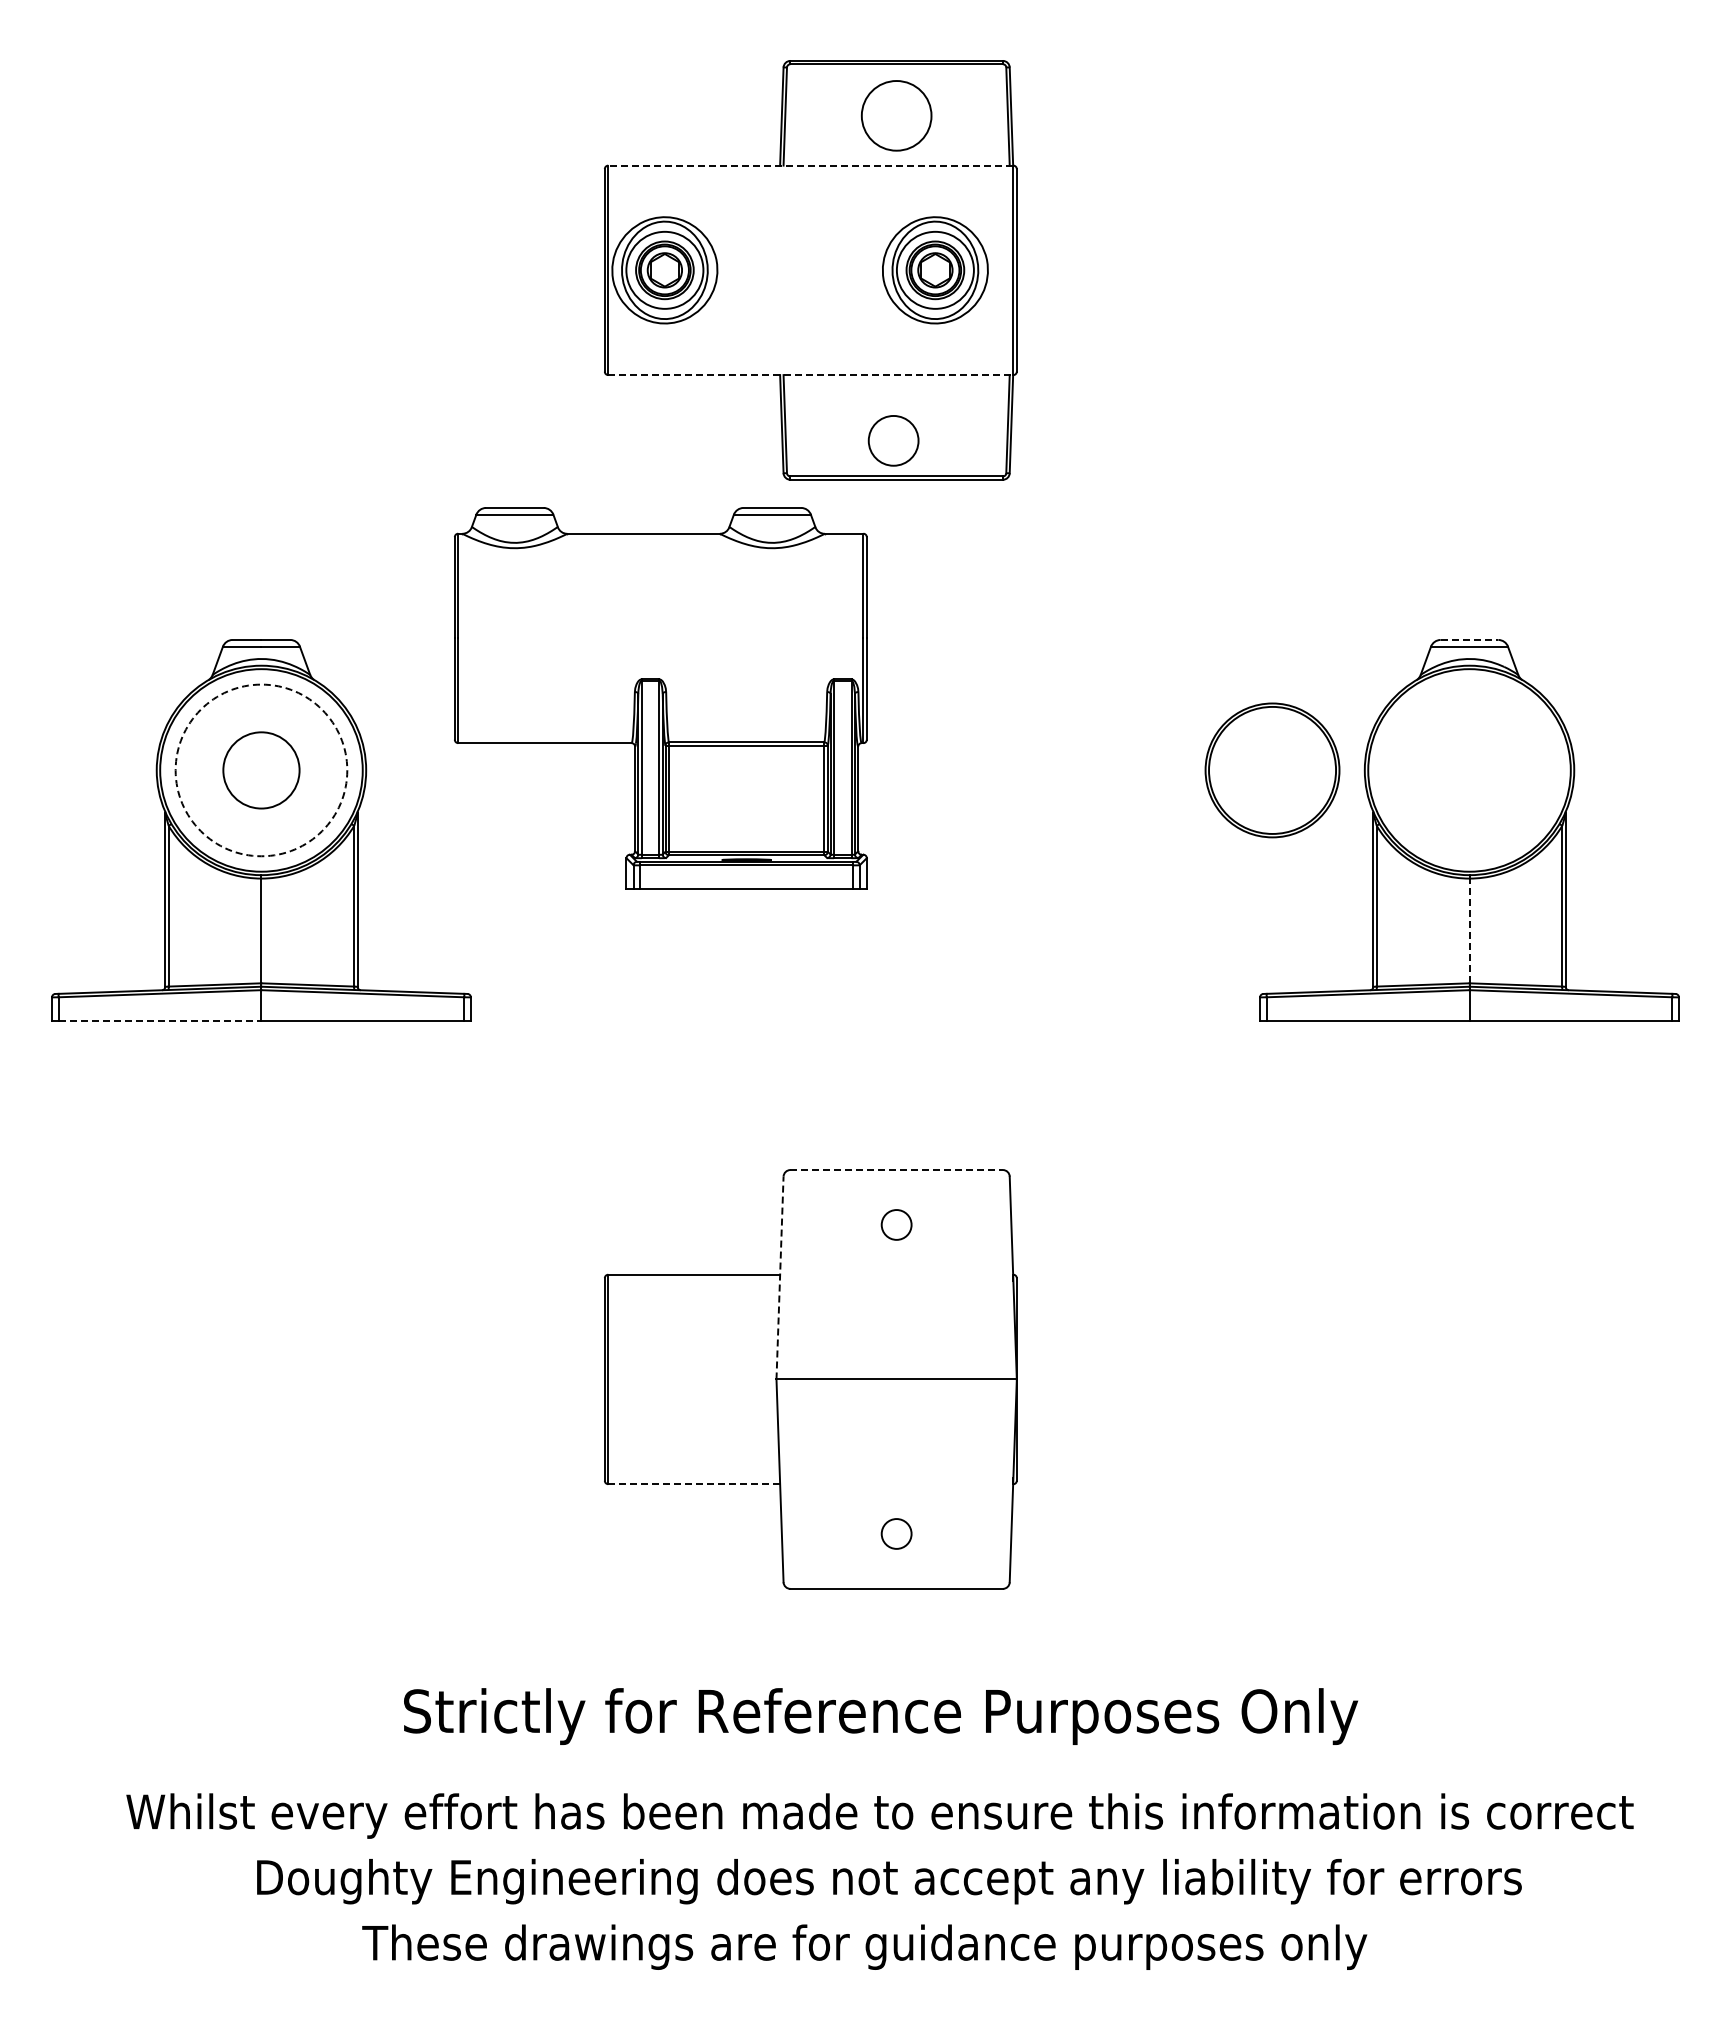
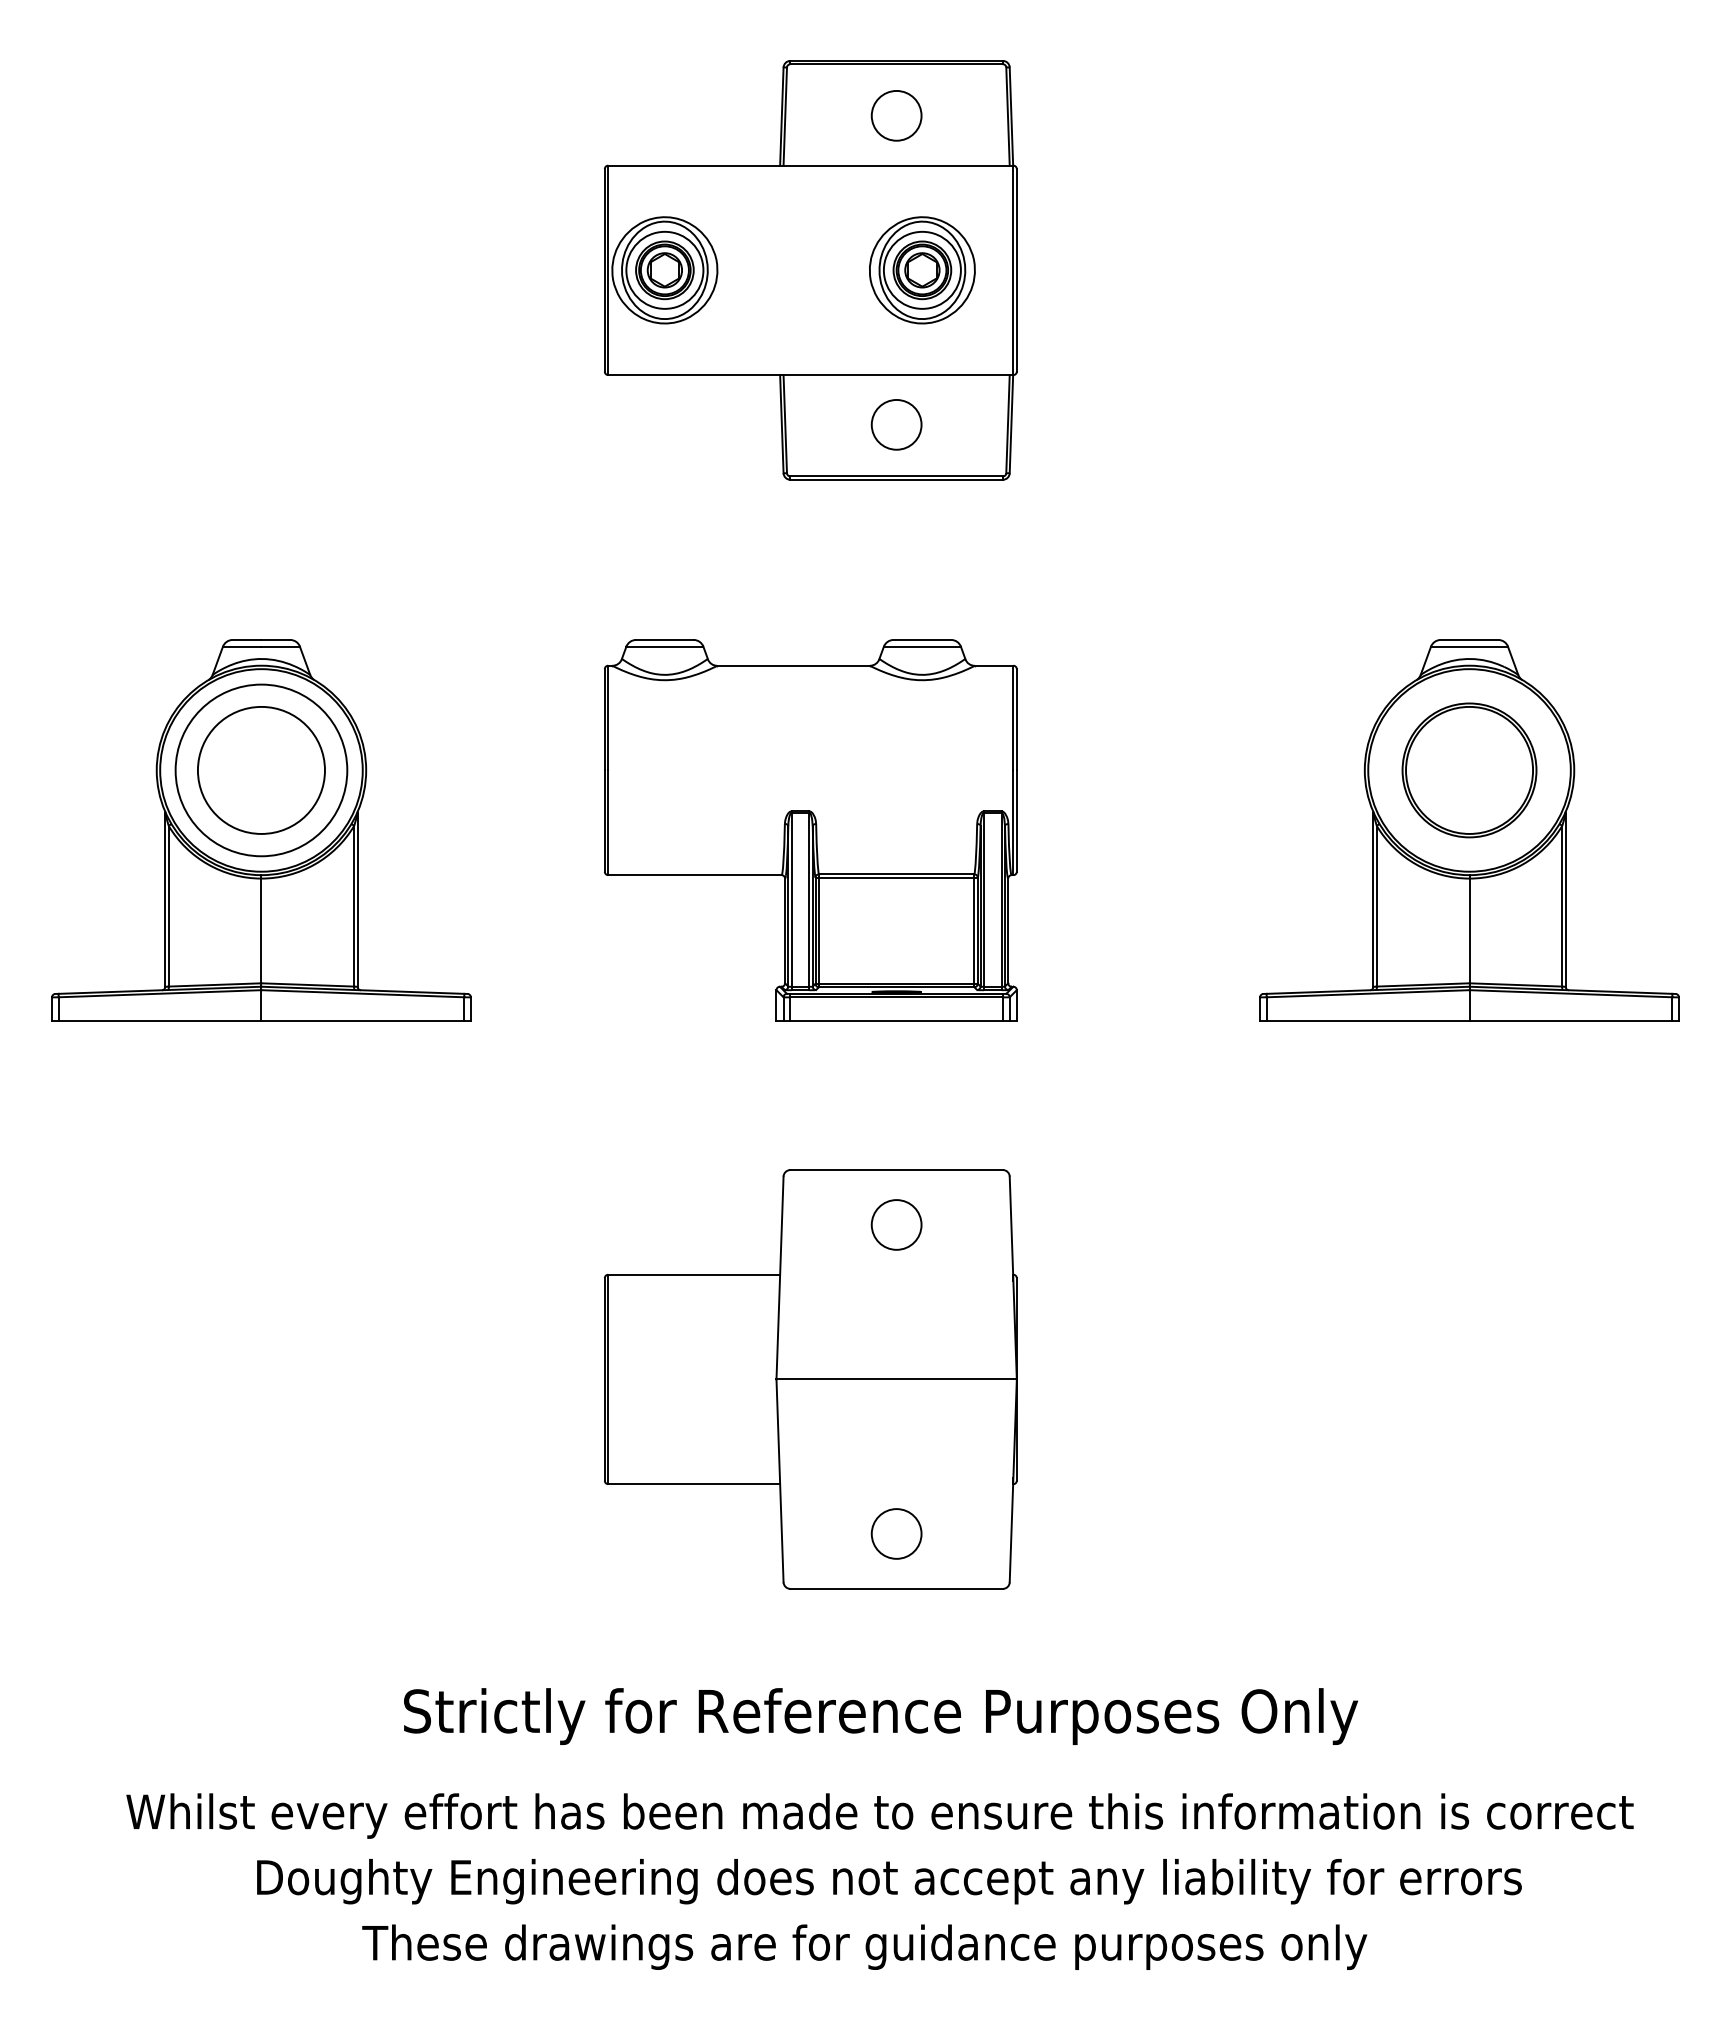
circle at (896, 115) diameter: 70 px -> 50 px
line at (810, 165): dashed -> solid
part at (935, 270) position: (935, 270) -> (922, 270)
line at (810, 375): dashed -> solid
circle at (893, 440) position: (893, 440) -> (896, 424)
line at (1469, 639): dashed -> solid
part at (660, 698) position: (660, 698) -> (810, 830)
circle at (261, 770) diameter: 76 px -> 127 px
circle at (261, 770): dashed -> solid
part at (1272, 770) position: (1272, 770) -> (1469, 770)
line at (1469, 930): dashed -> solid
line at (160, 1021): dashed -> solid
line at (897, 1170): dashed -> solid
circle at (896, 1224) diameter: 30 px -> 50 px
line at (780, 1277): dashed -> solid
line at (694, 1484): dashed -> solid
circle at (896, 1533) diameter: 30 px -> 50 px
